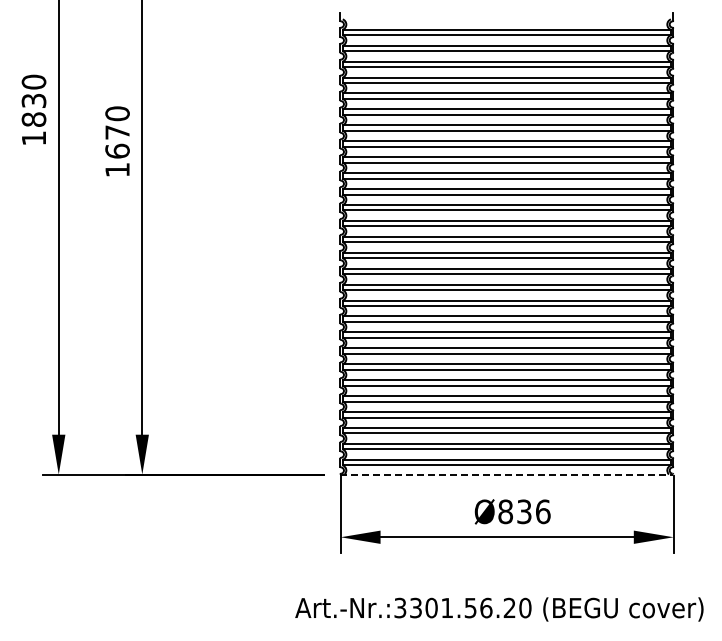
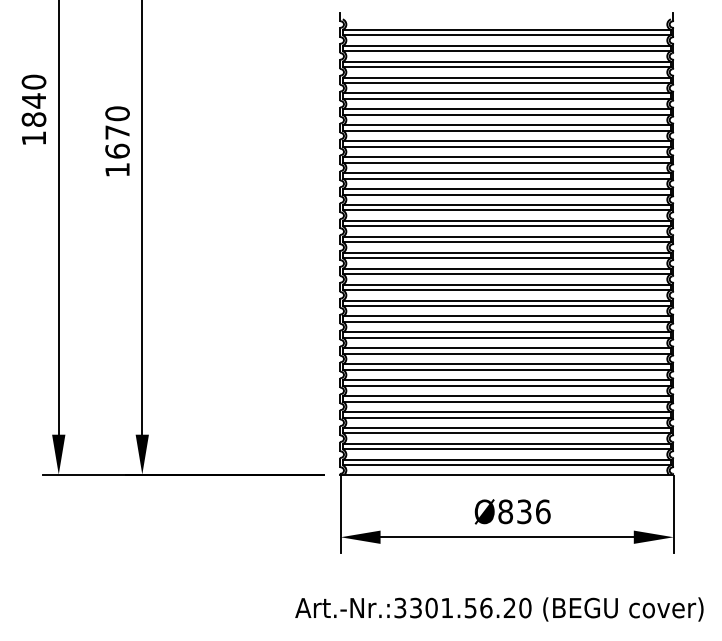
text at (33, 100): 1830 -> 1840
line at (507, 474): dashed -> solid
